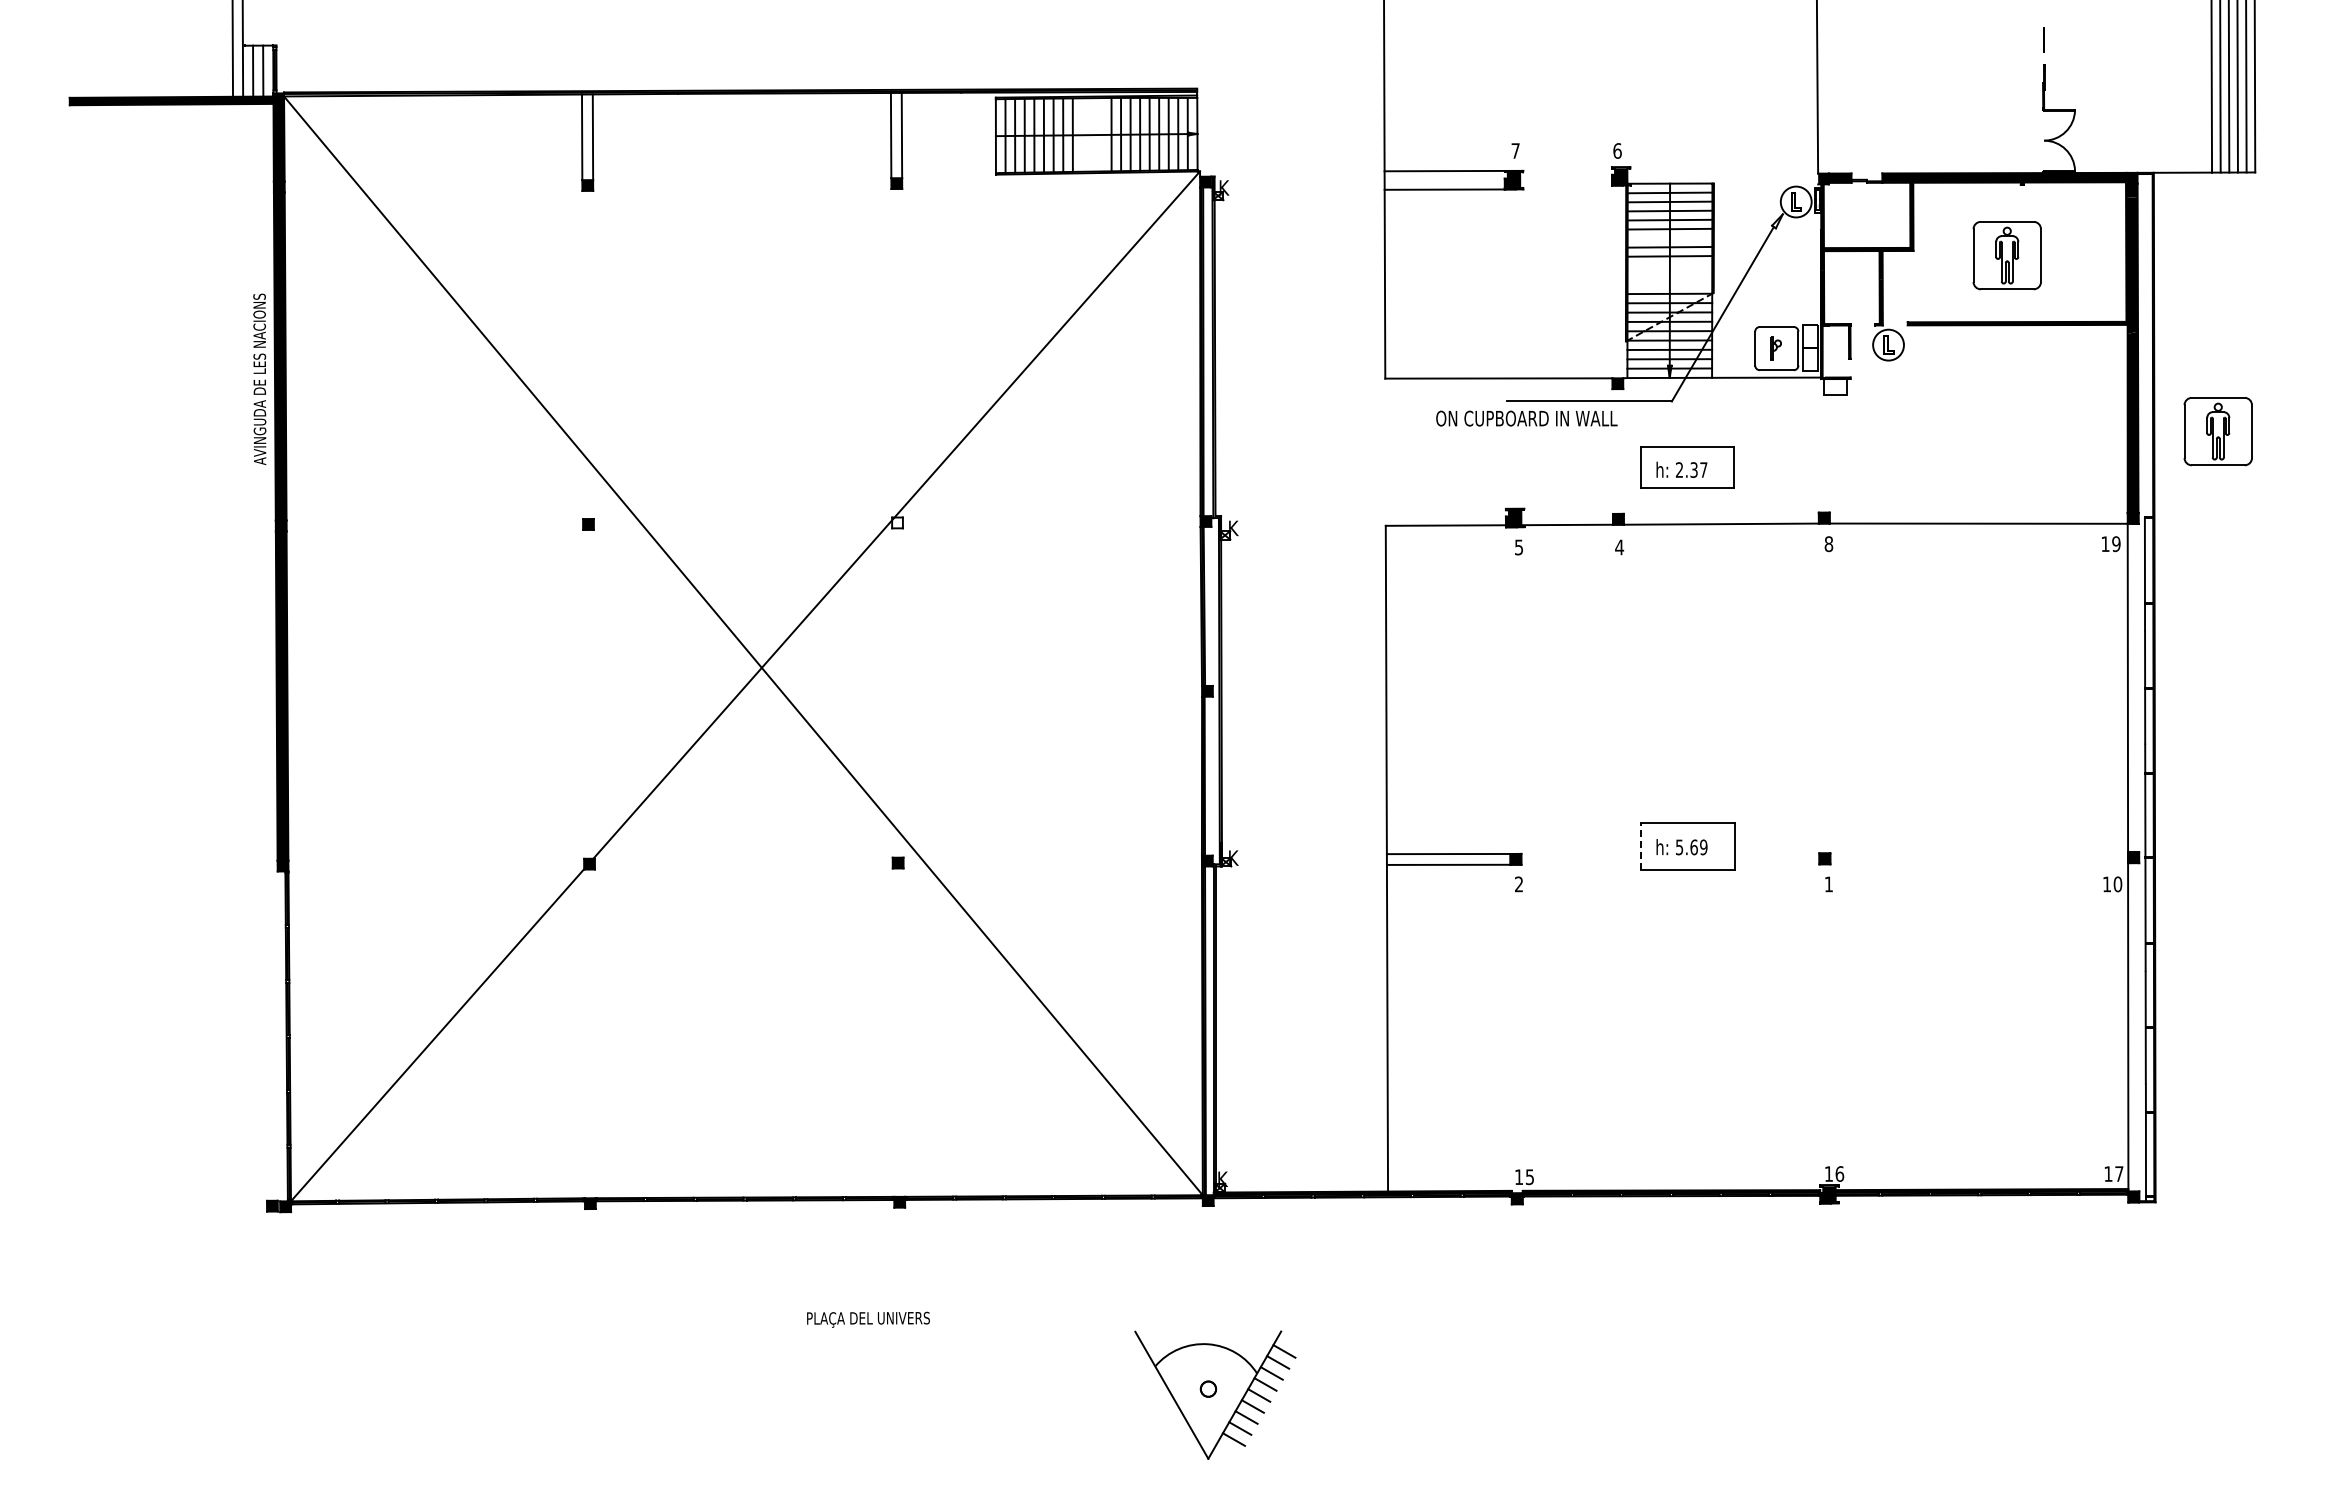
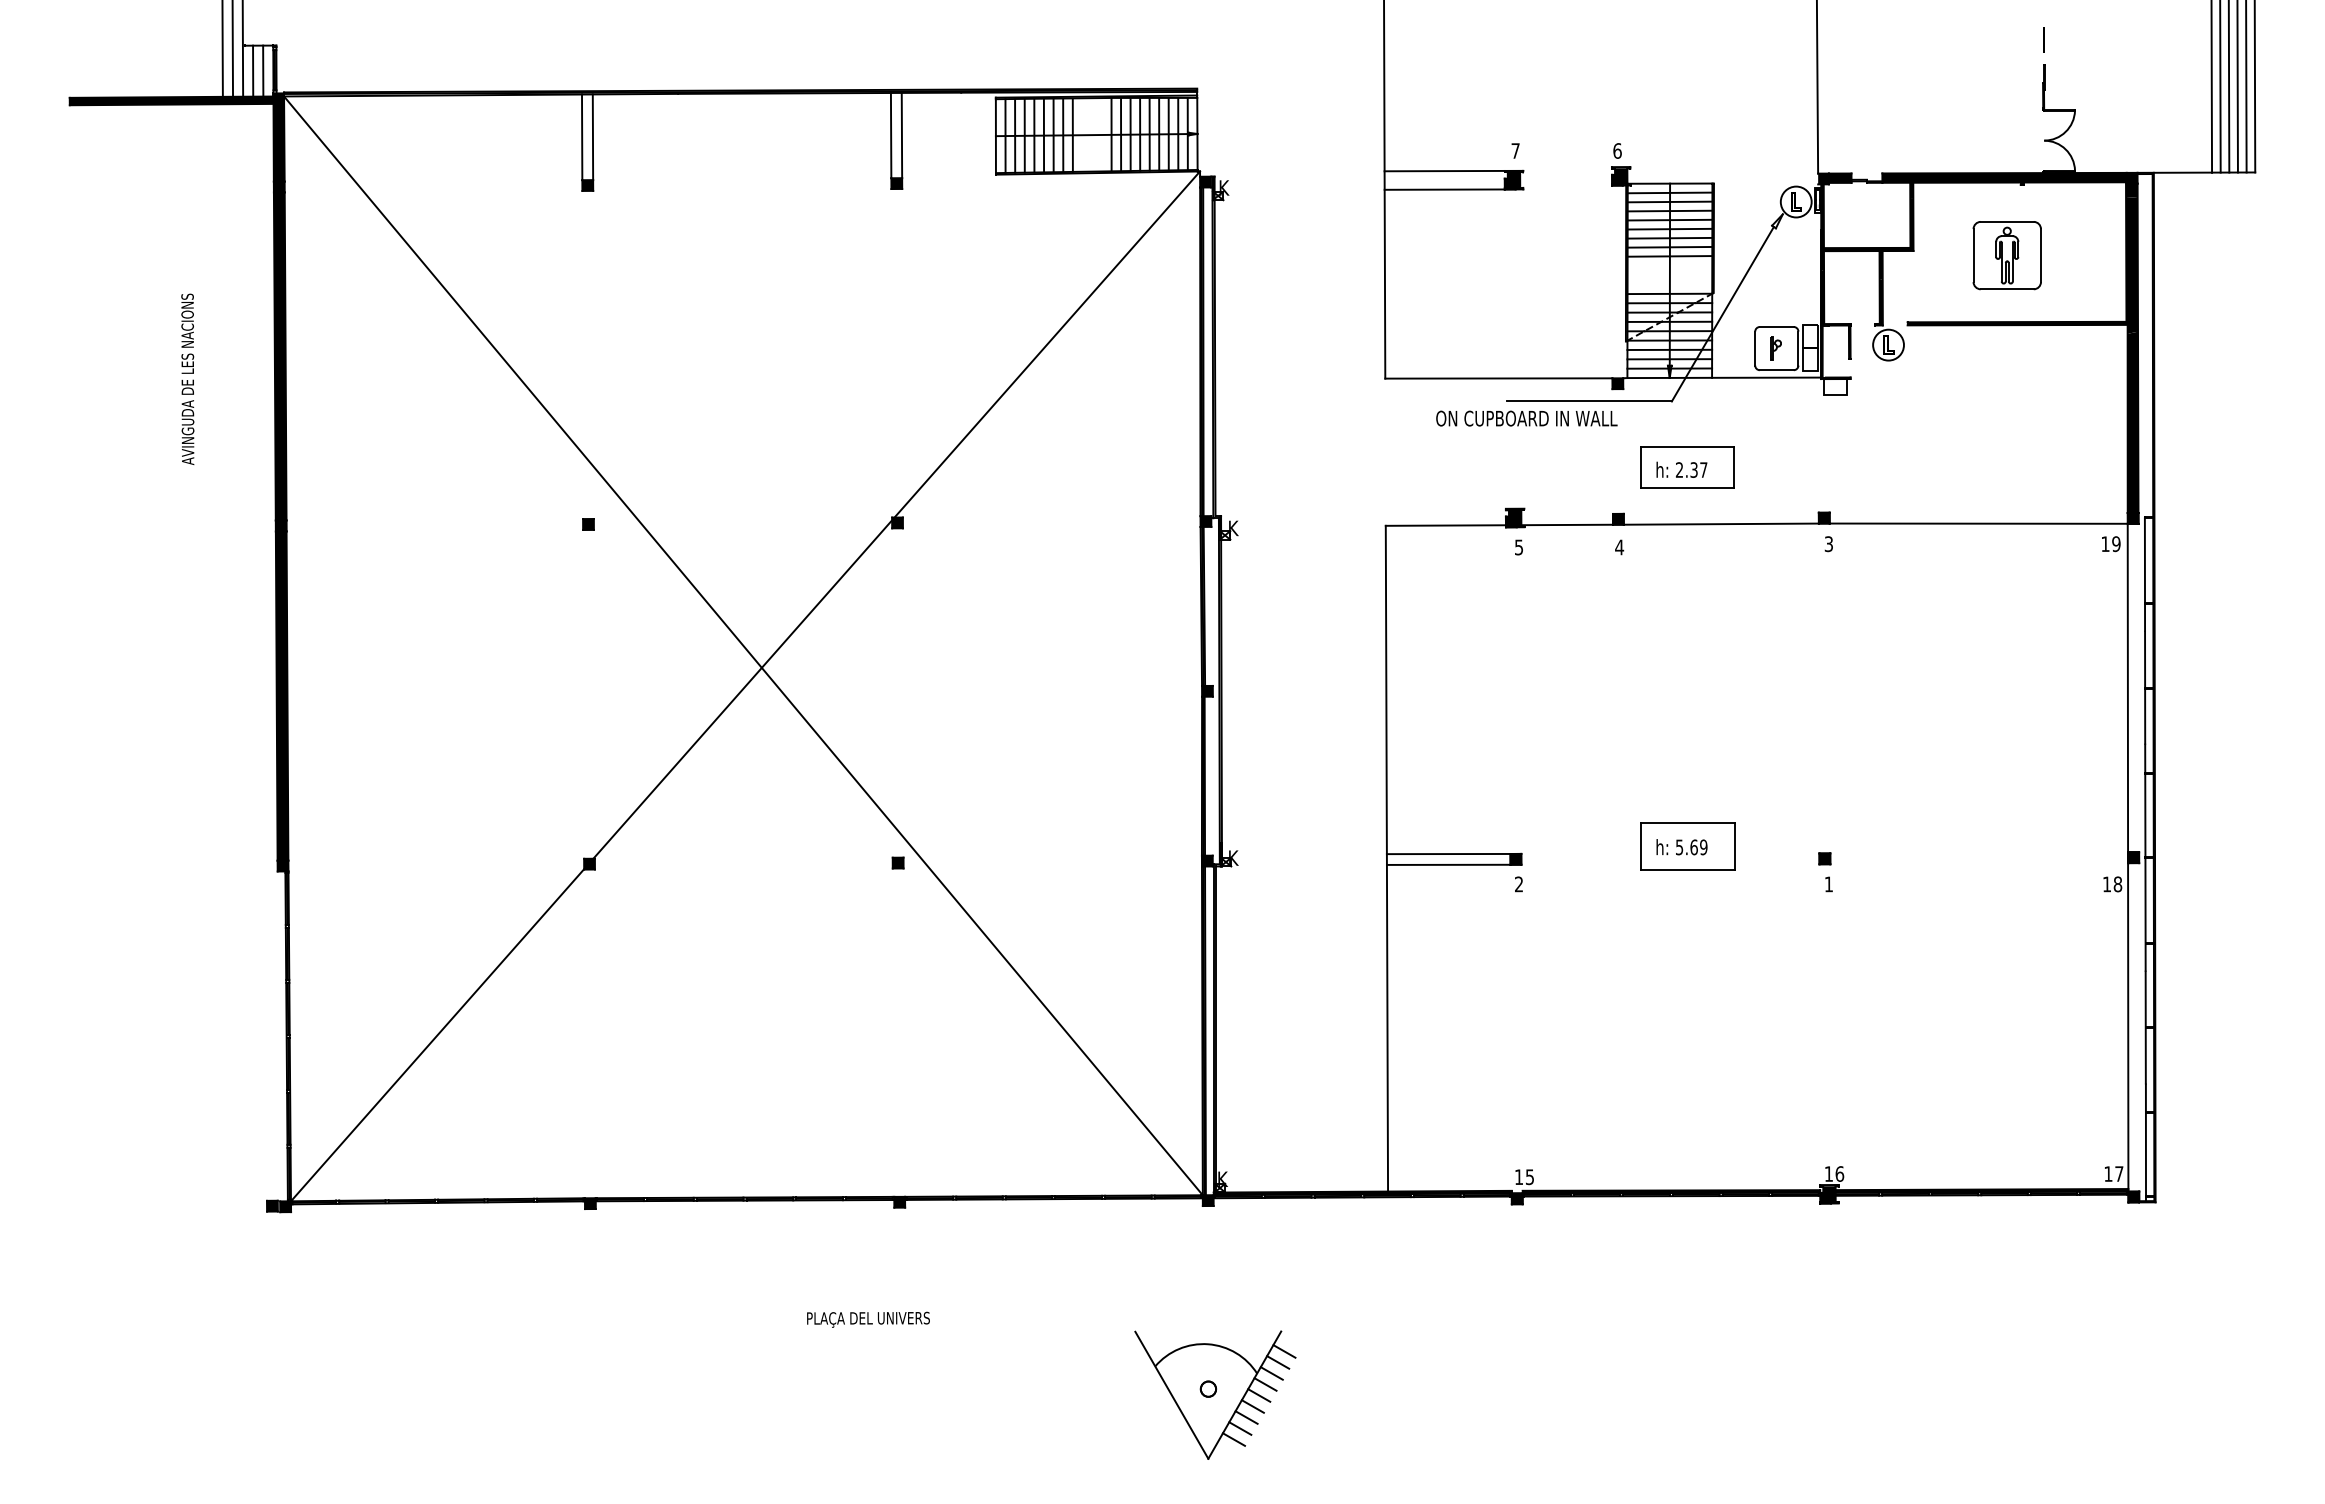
line at (222, 49): none -> present
line at (1669, 237): none -> present
text at (259, 378) position: (259, 378) -> (187, 378)
part at (2217, 431): present -> none
fill at (897, 522): none -> present
text at (1828, 544): 8 -> 3
line at (1640, 845): dashed -> solid
text at (2117, 883): 10 -> 18
